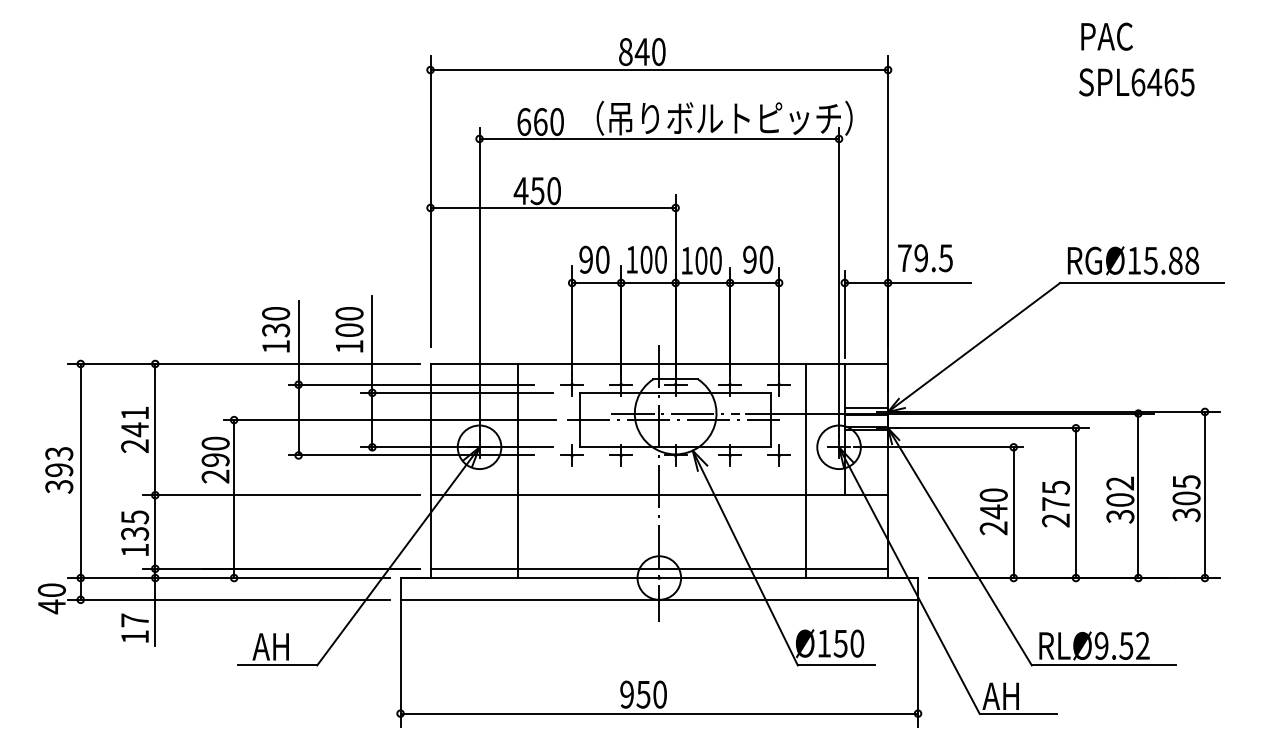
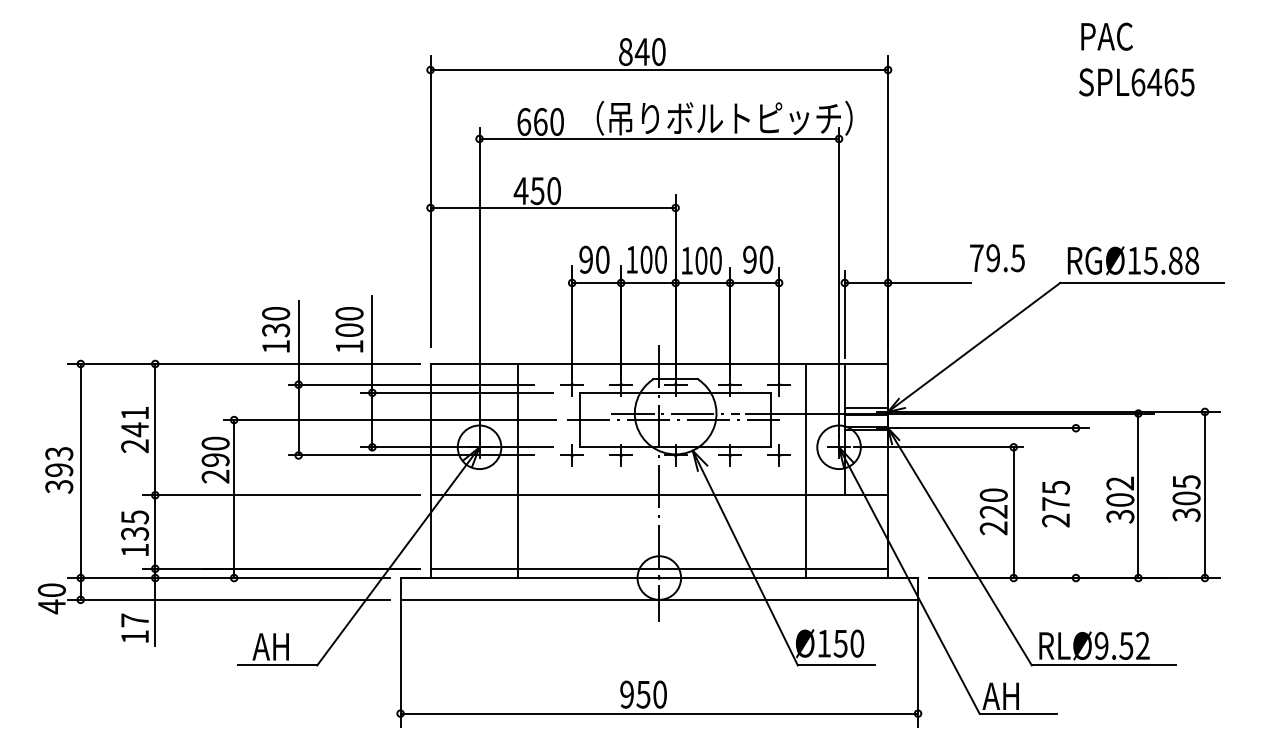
text at (925, 258) position: (925, 258) -> (997, 258)
line at (1075, 503): present -> none
text at (993, 511): 240 -> 220
